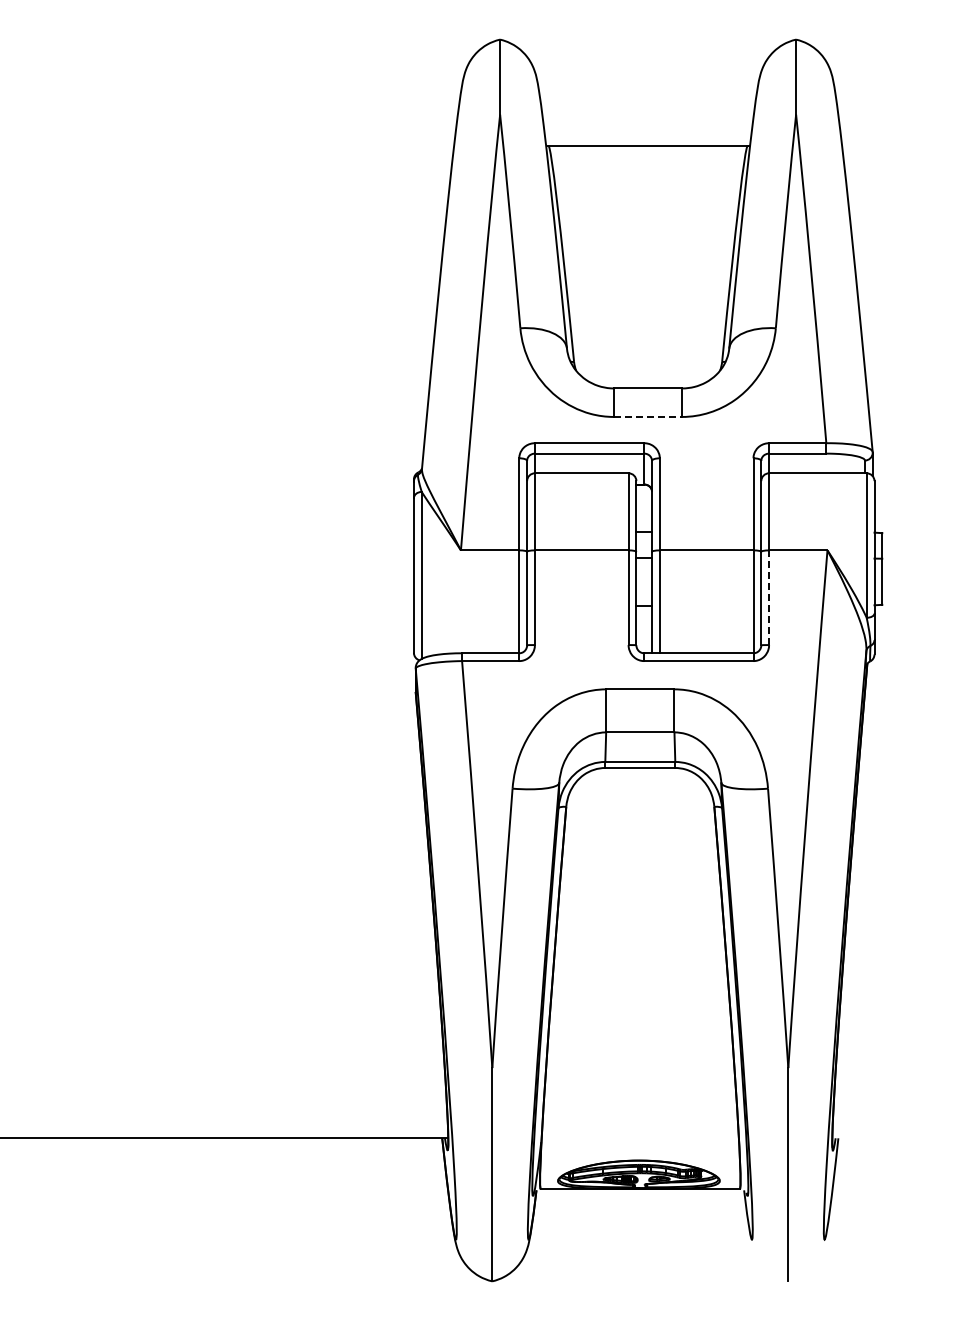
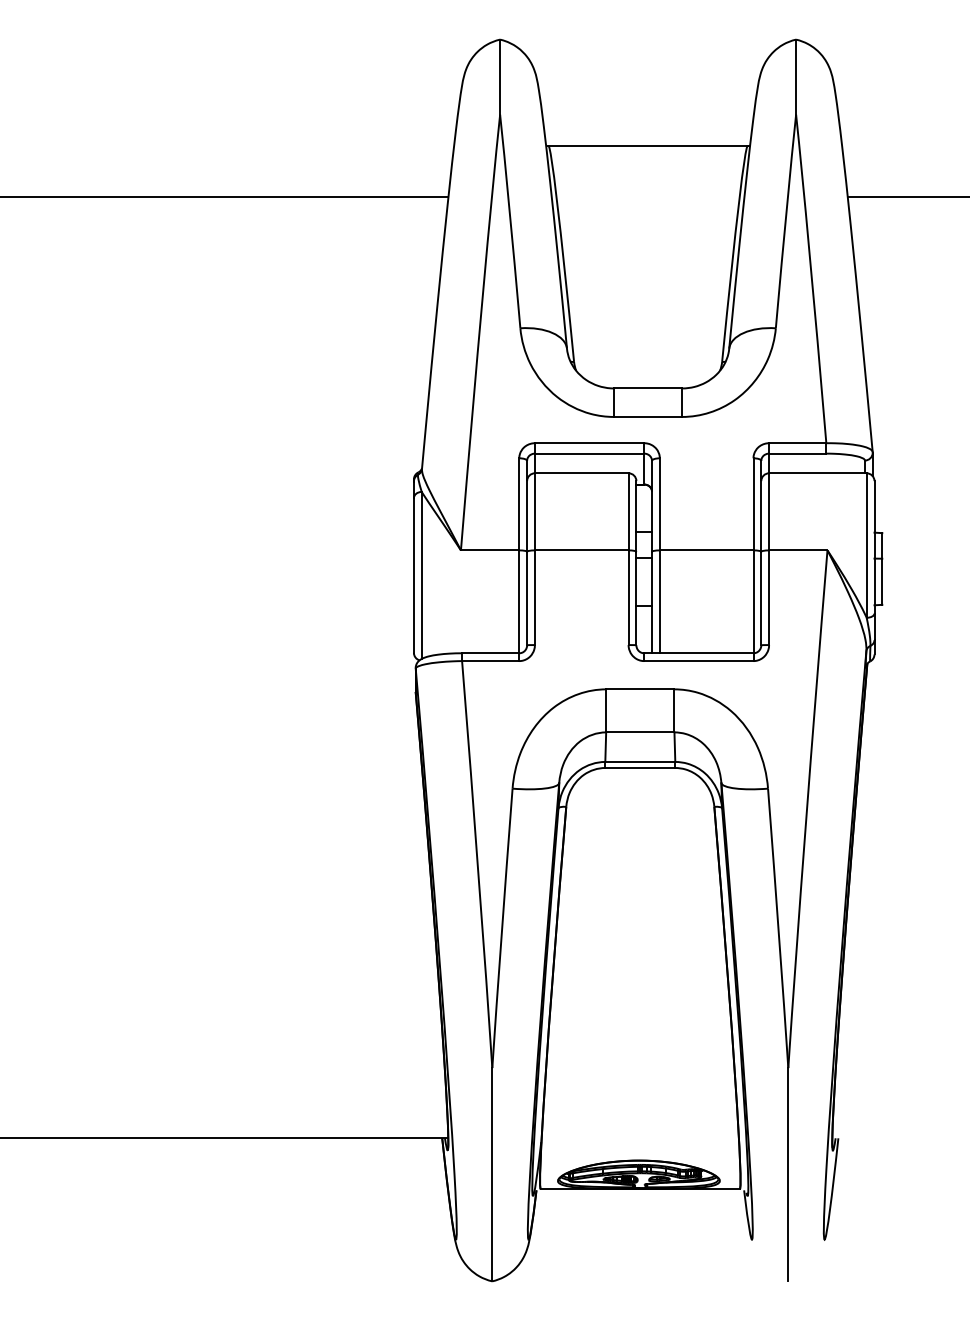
line at (225, 196): none -> present
line at (906, 196): none -> present
line at (648, 416): dashed -> solid
line at (769, 598): dashed -> solid
